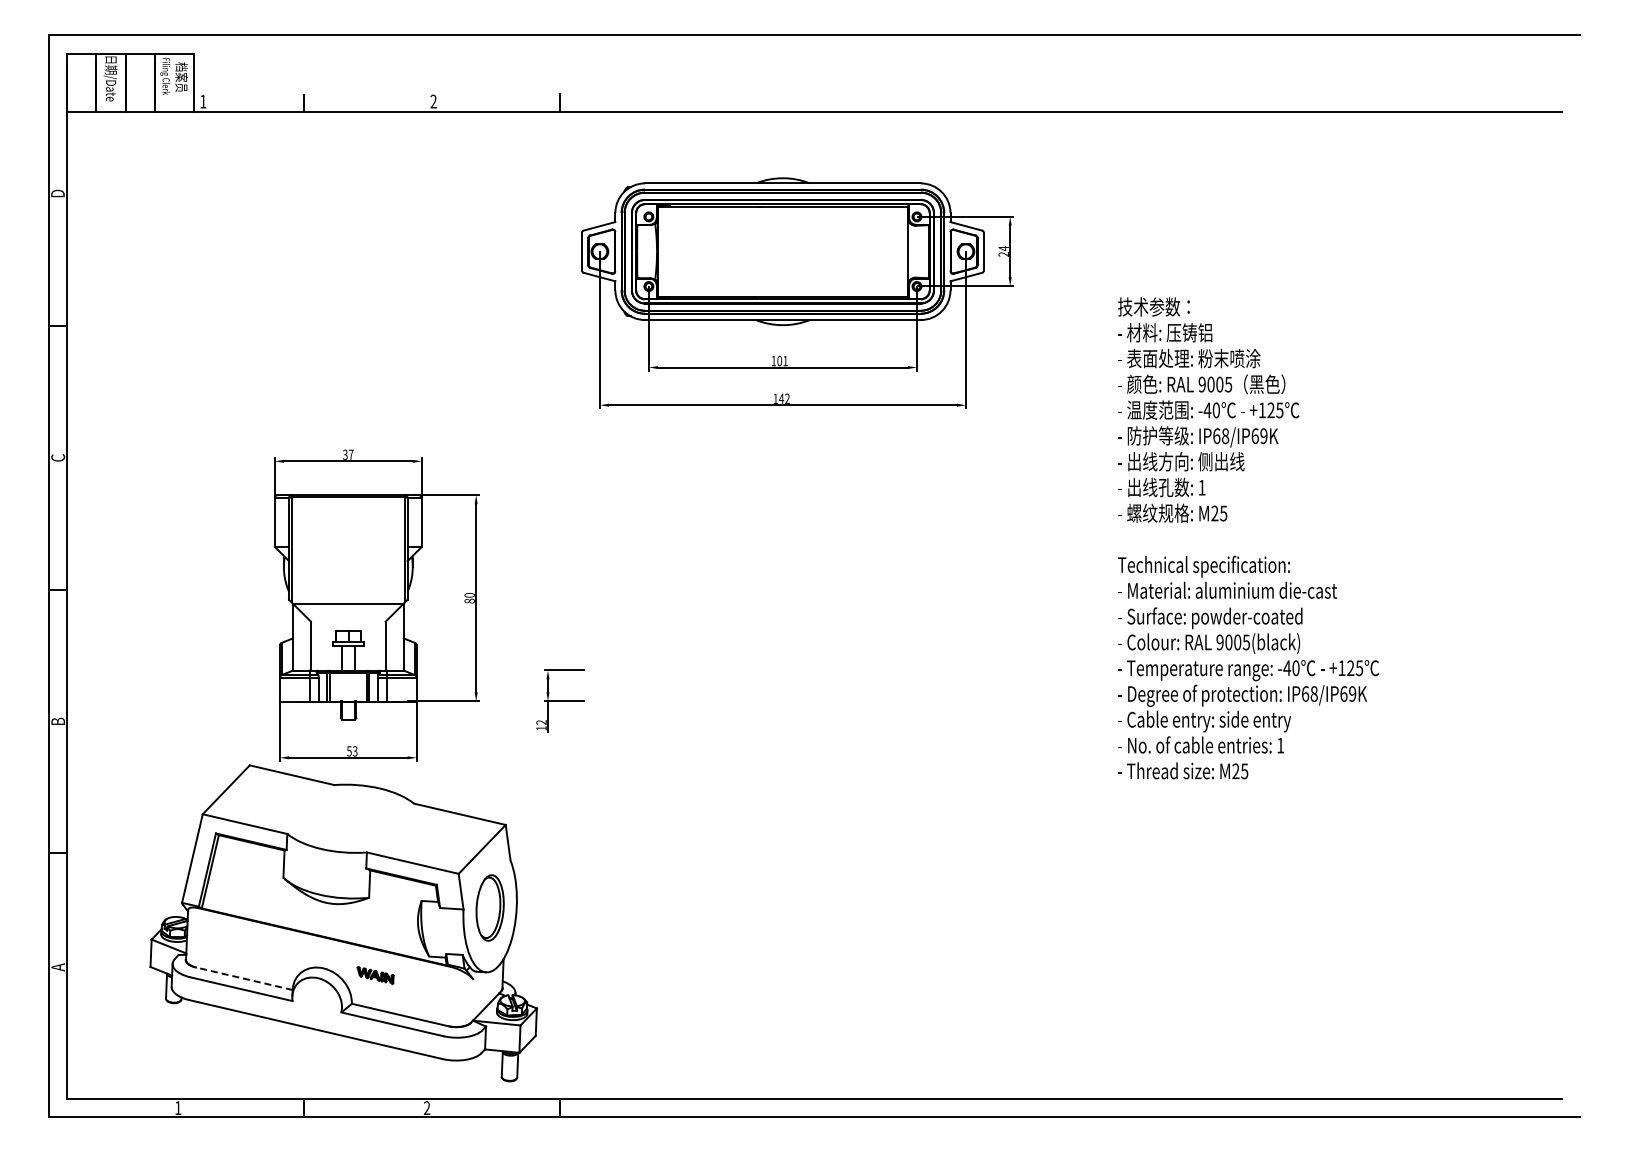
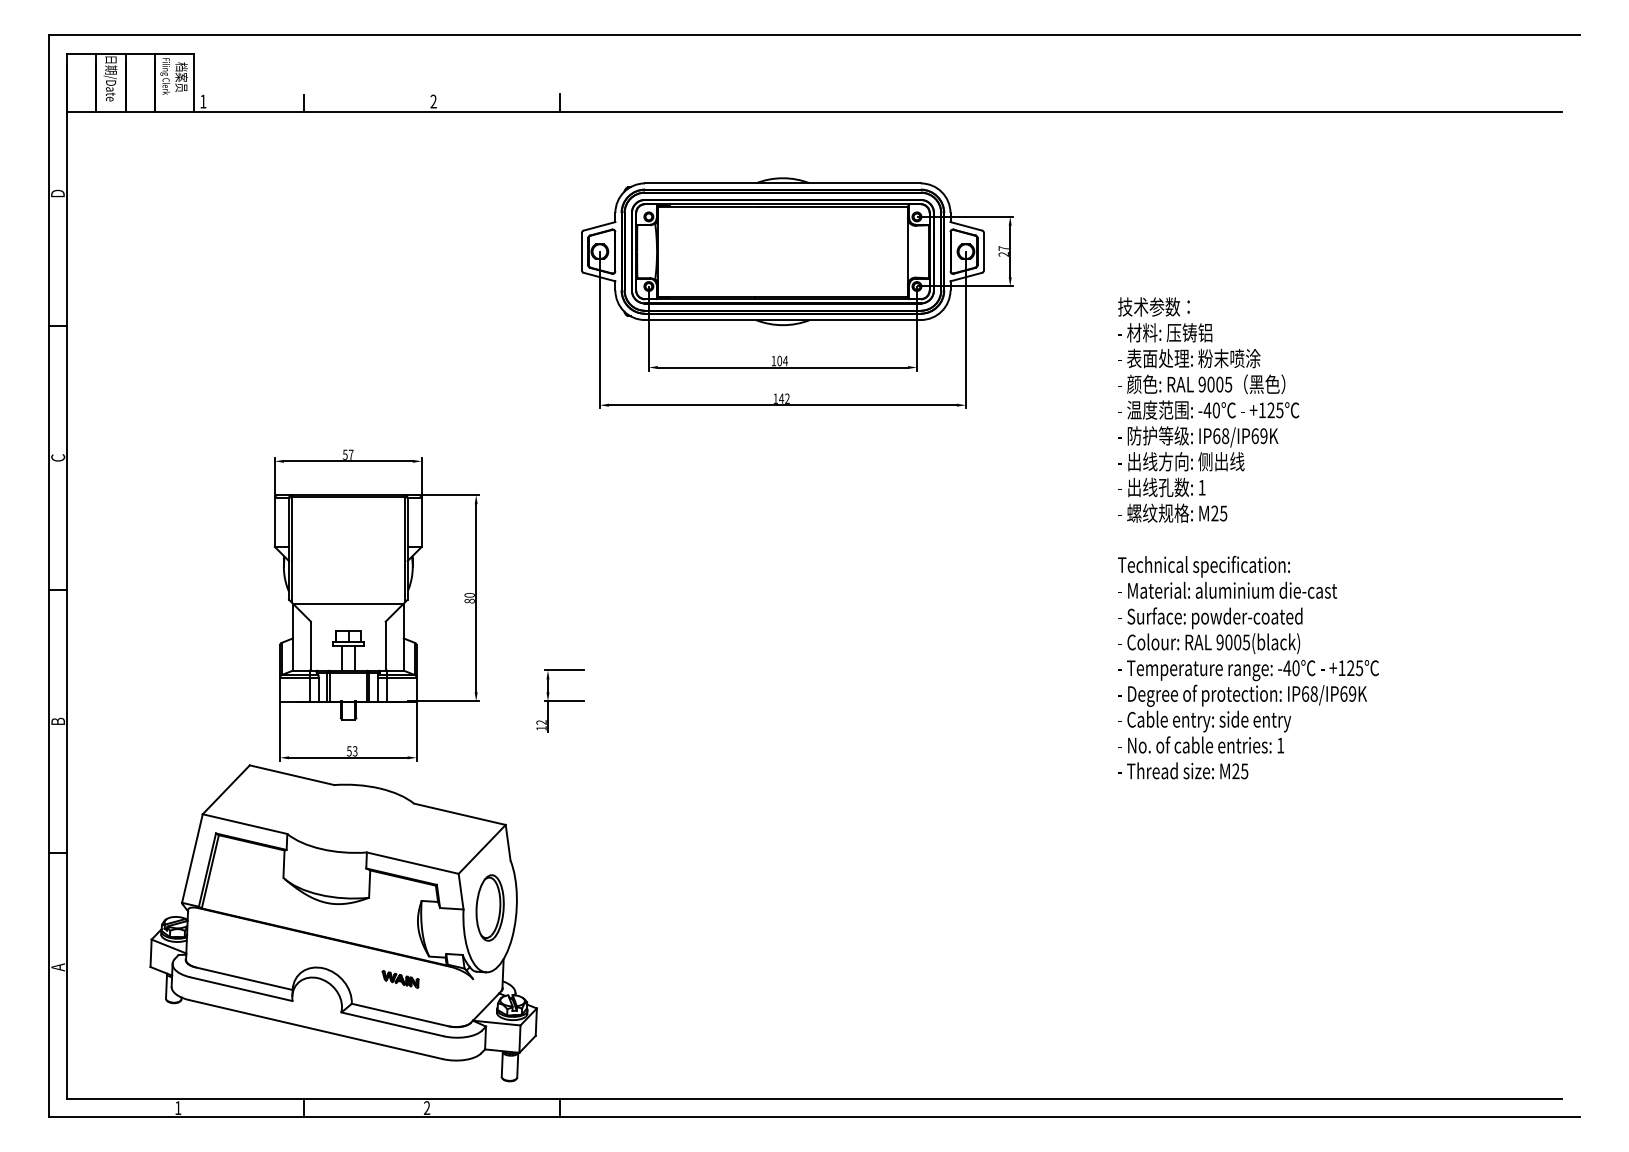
text at (1003, 248): 24 -> 27
text at (785, 361): 101 -> 104
text at (345, 453): 37 -> 57
part at (375, 975) position: (375, 975) -> (400, 979)
line at (244, 978): dashed -> solid
